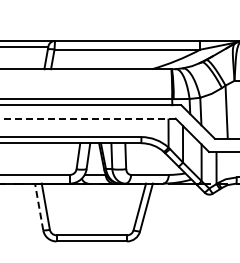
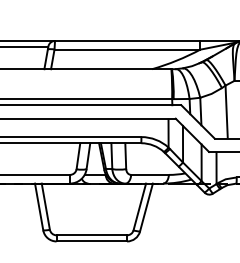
line at (87, 118): dashed -> solid
line at (39, 206): dashed -> solid
